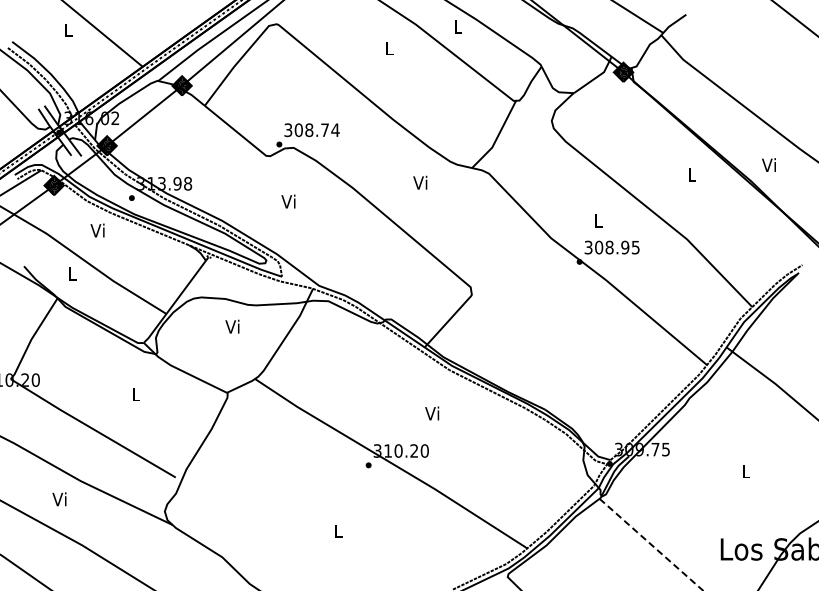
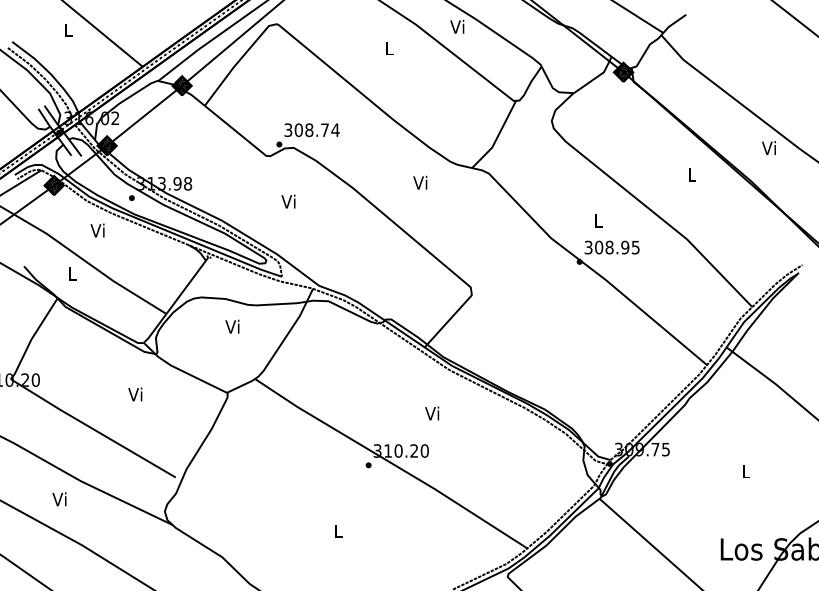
text at (457, 26): L -> Vi
text at (768, 164) position: (768, 164) -> (768, 147)
text at (135, 394): L -> Vi
line at (651, 545): dashed -> solid
